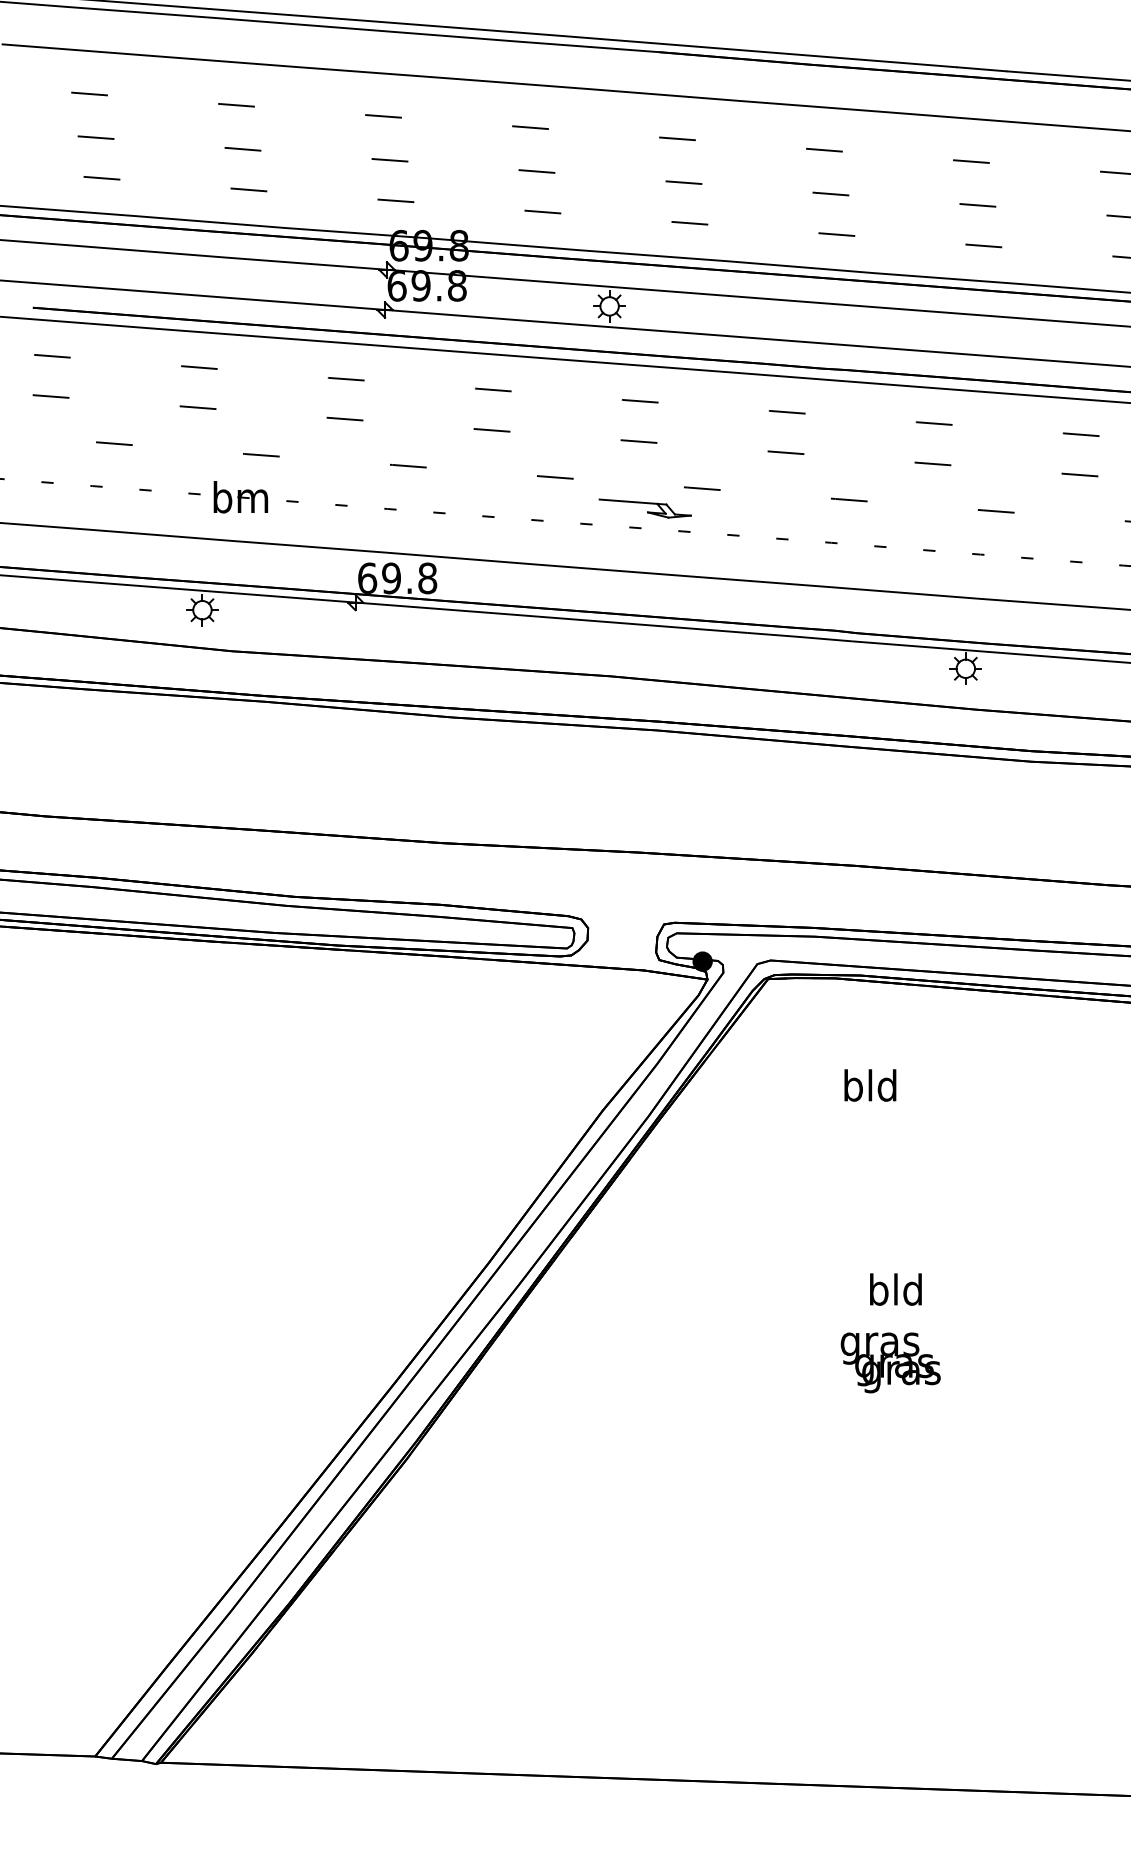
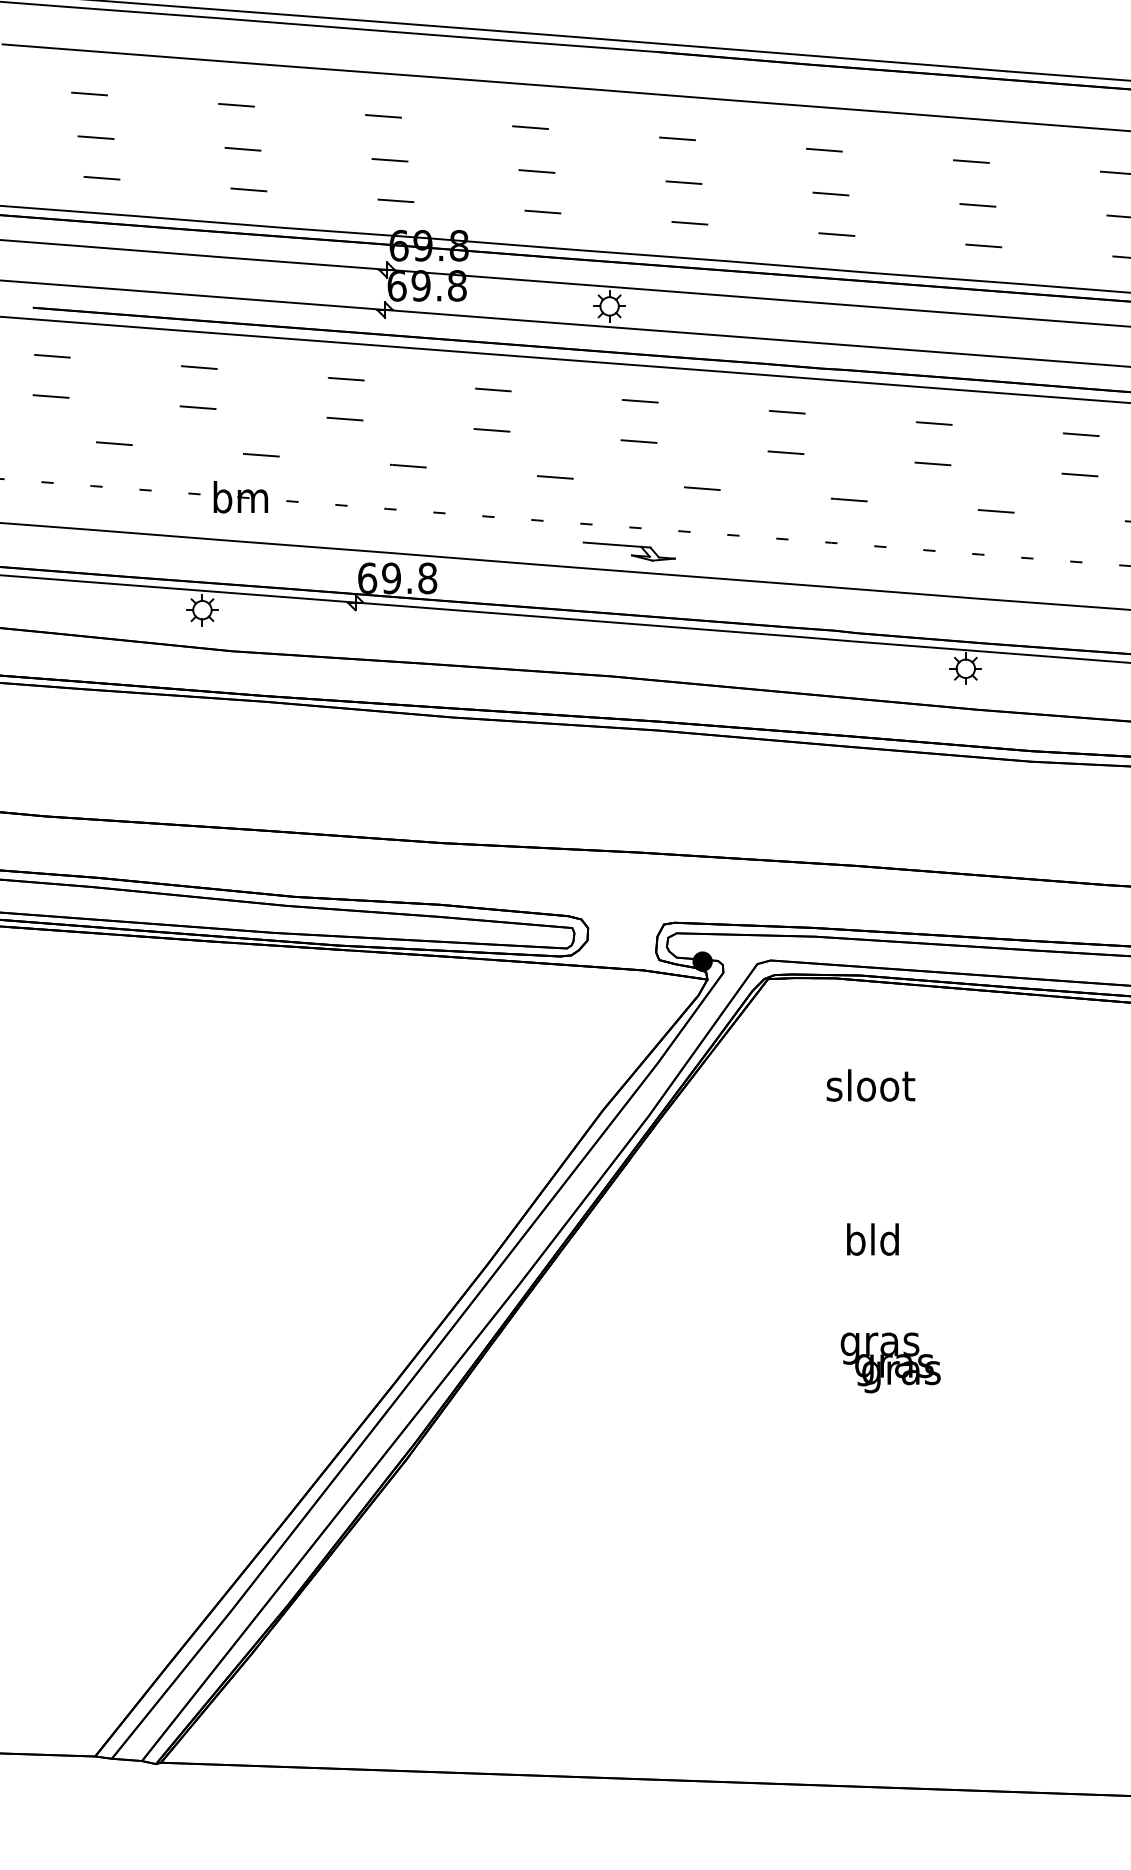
part at (644, 508) position: (644, 508) -> (628, 551)
text at (870, 1085): bld -> sloot
text at (895, 1289) position: (895, 1289) -> (872, 1239)
